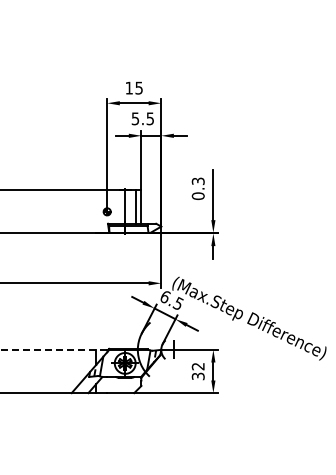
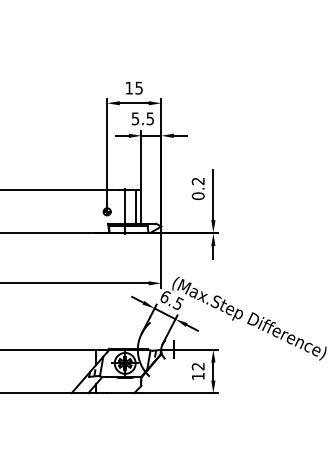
text at (198, 180): 0.3 -> 0.2
line at (53, 349): dashed -> solid
text at (197, 376): 32 -> 12
